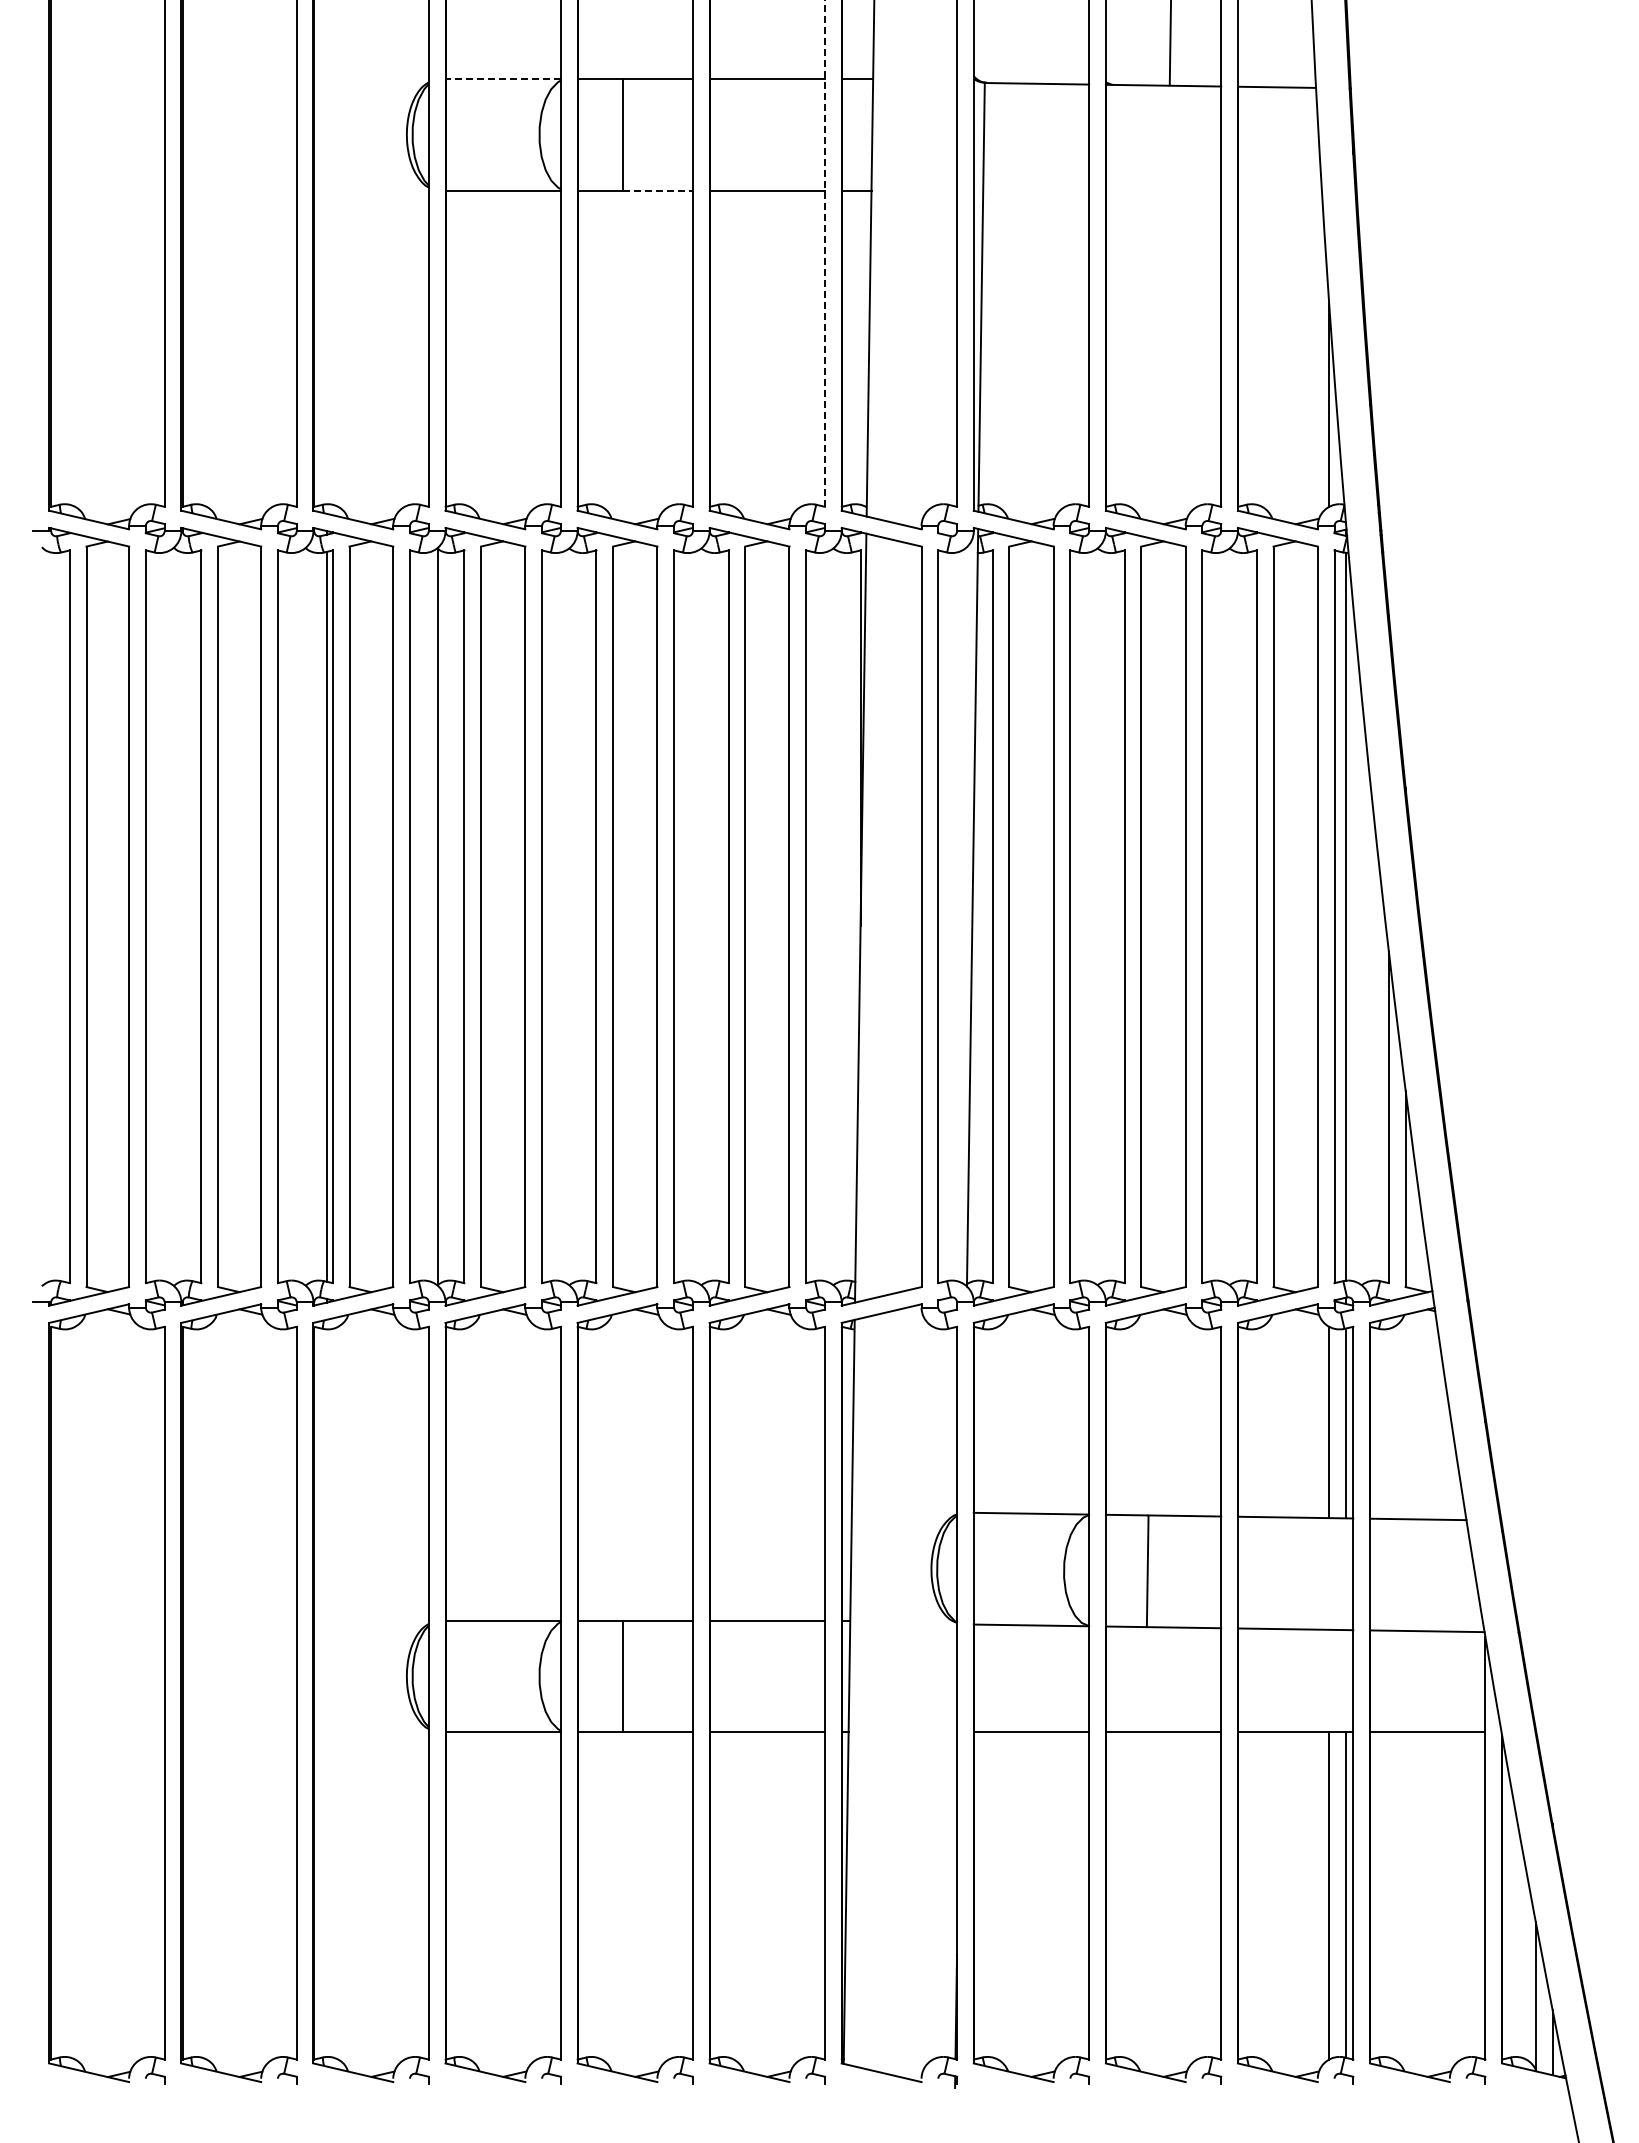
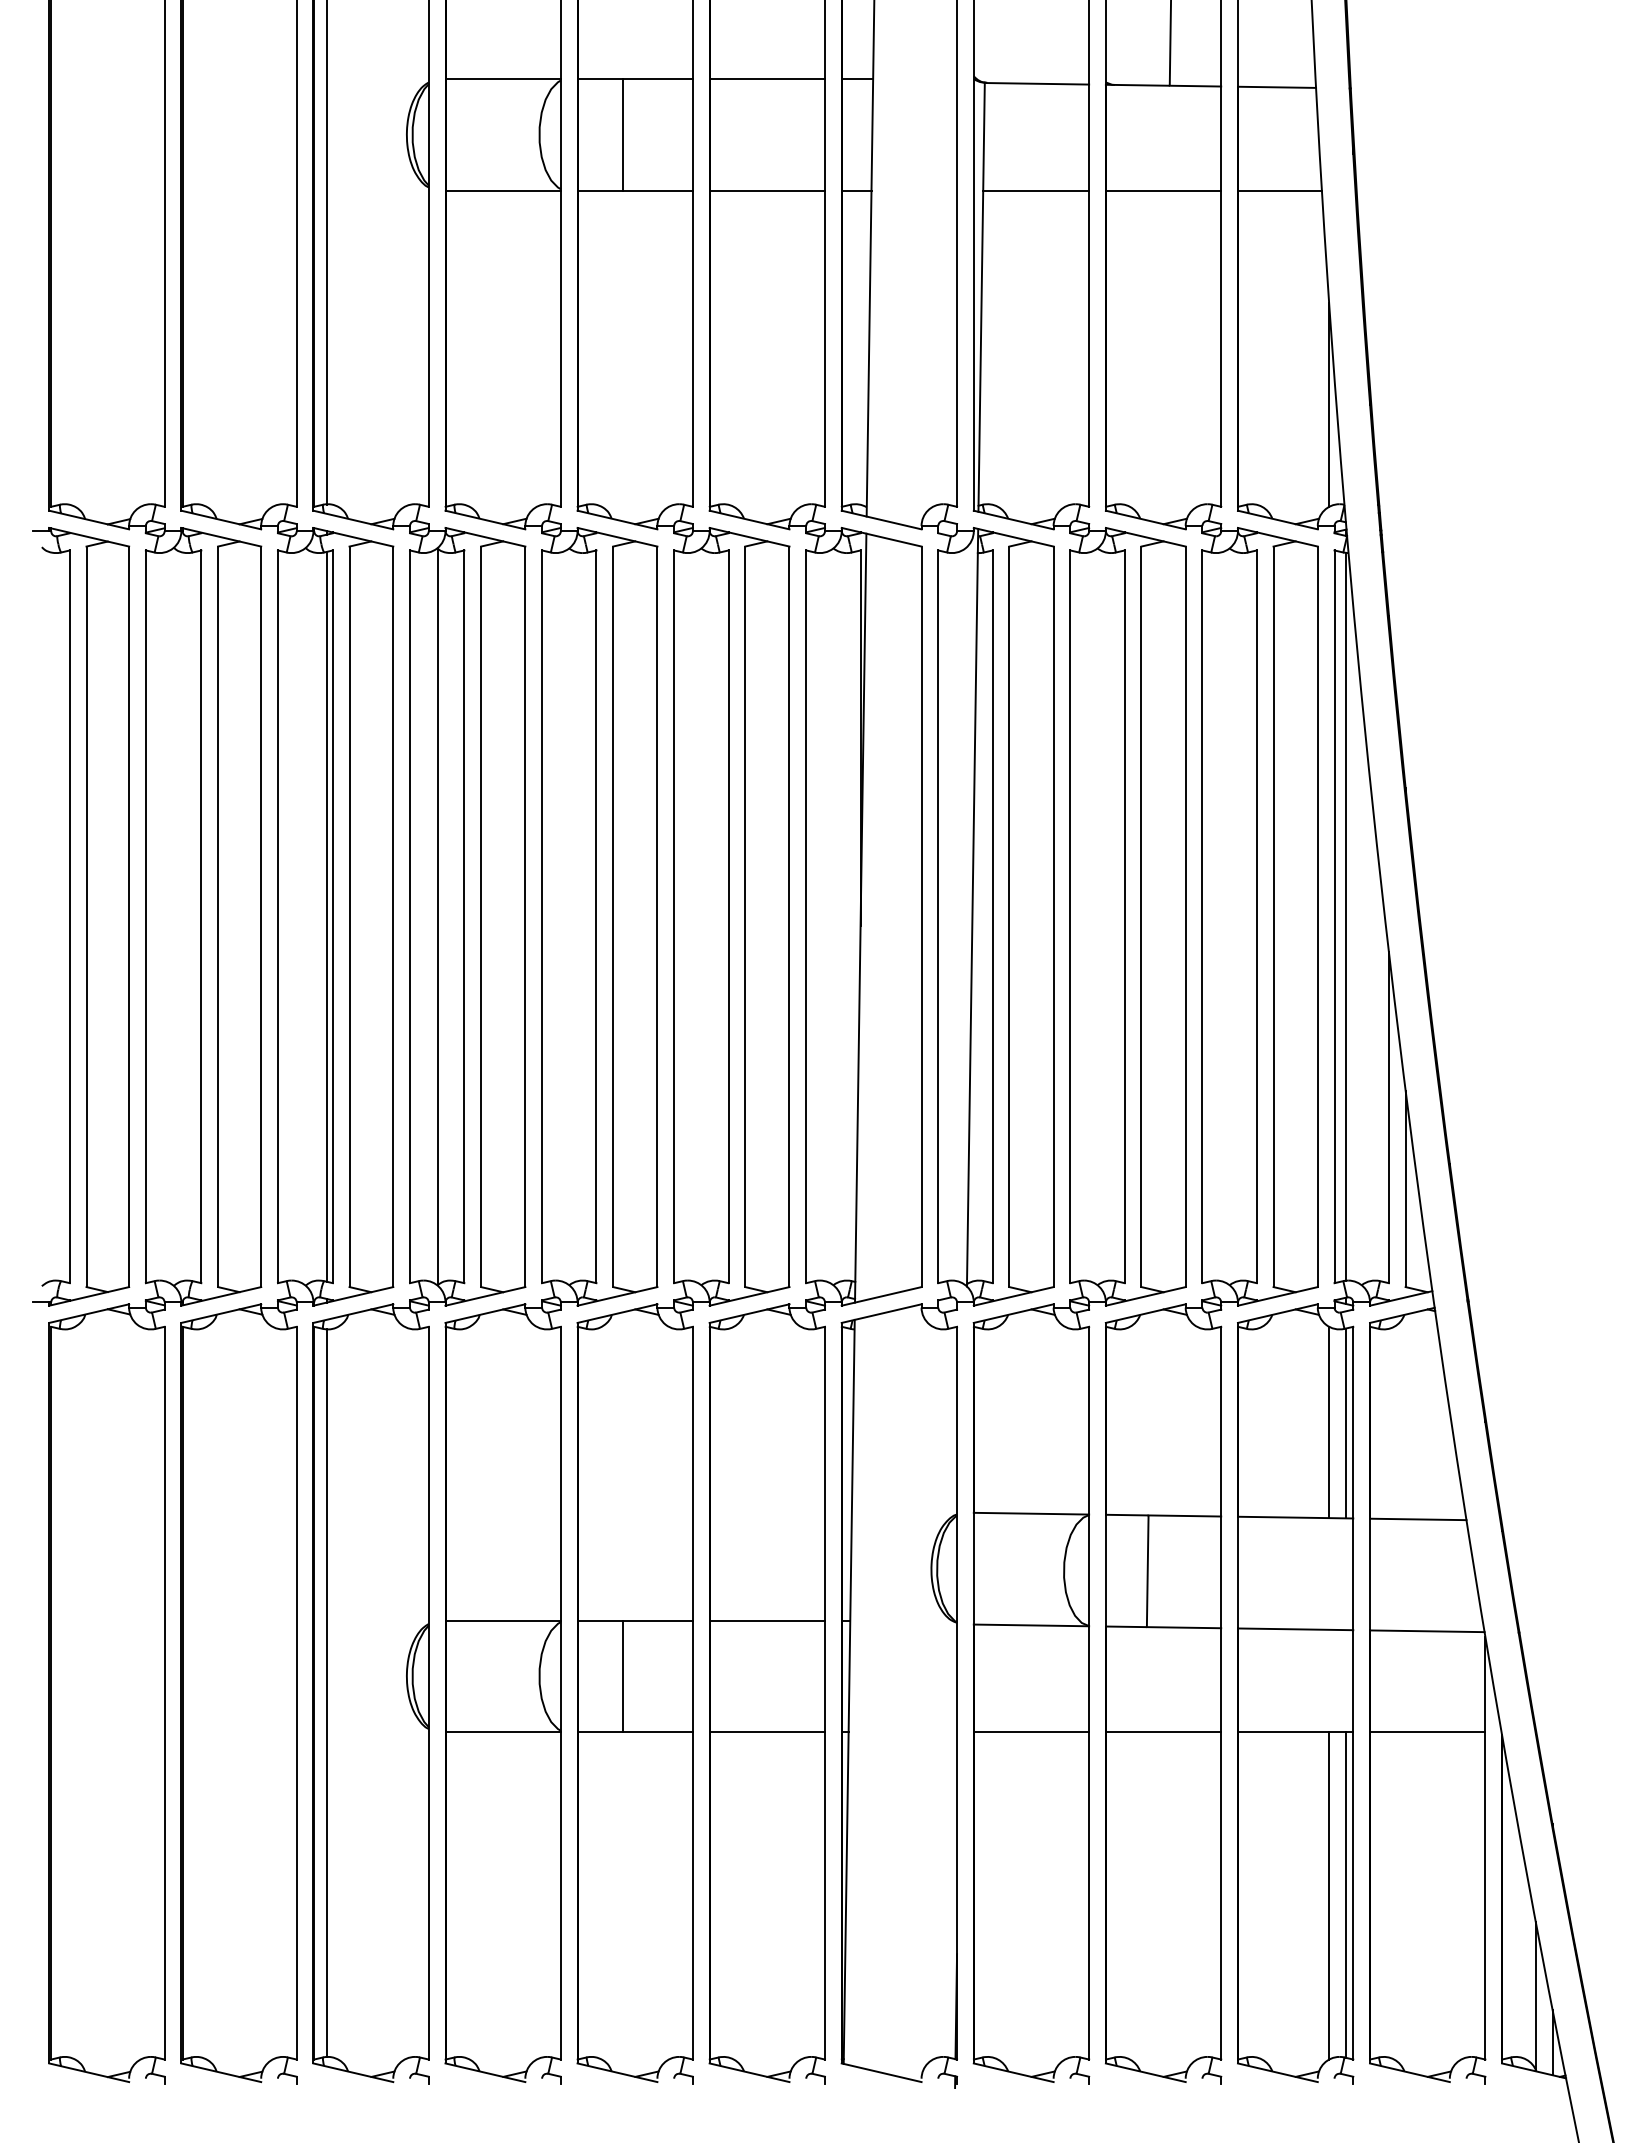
line at (503, 79): dashed -> solid
line at (658, 190): dashed -> solid
line at (1036, 190): none -> present
line at (1163, 190): none -> present
line at (1279, 190): none -> present
line at (326, 253): none -> present
line at (824, 253): dashed -> solid
line at (326, 1693): none -> present
